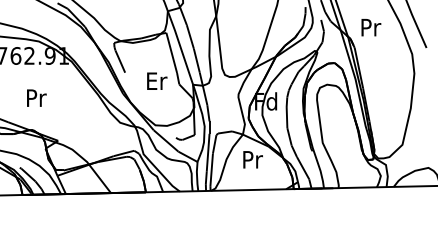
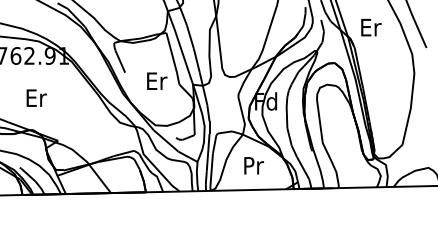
text at (371, 27): Pr -> Er
text at (36, 97): Pr -> Er
text at (252, 159) position: (252, 159) -> (253, 165)
